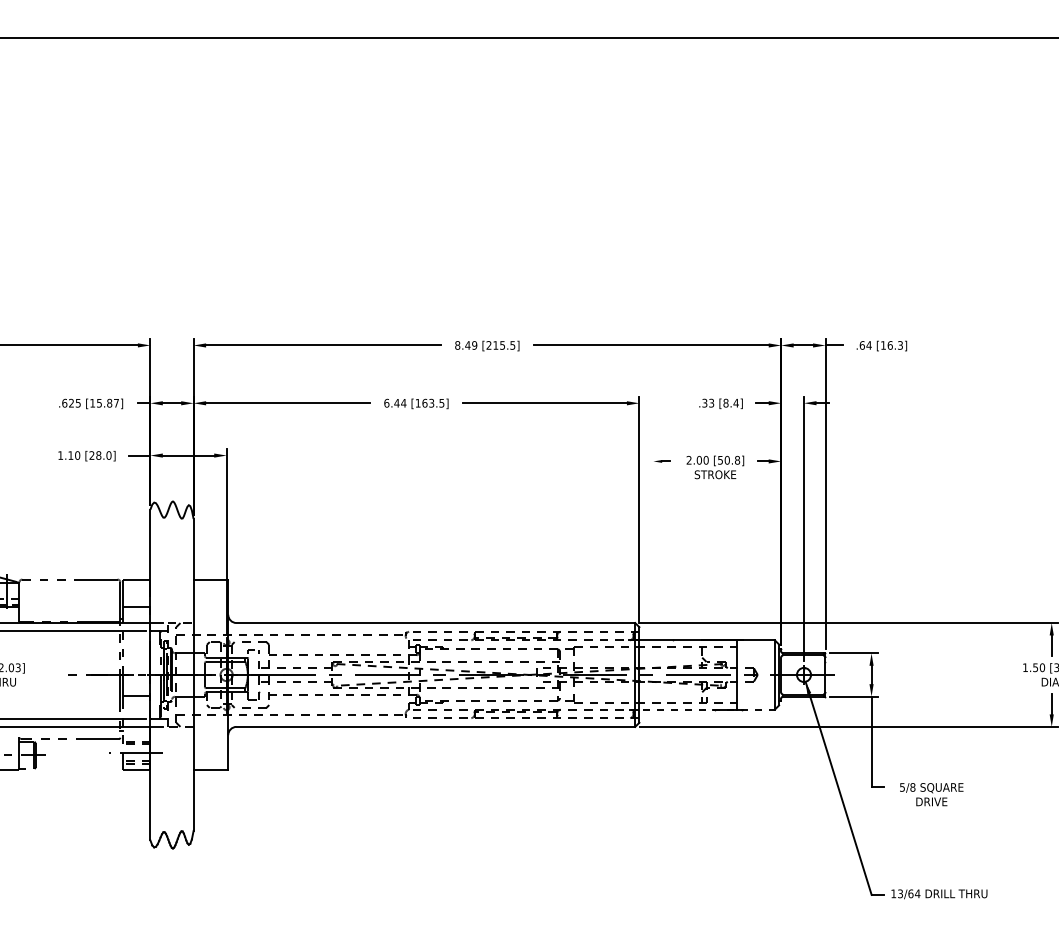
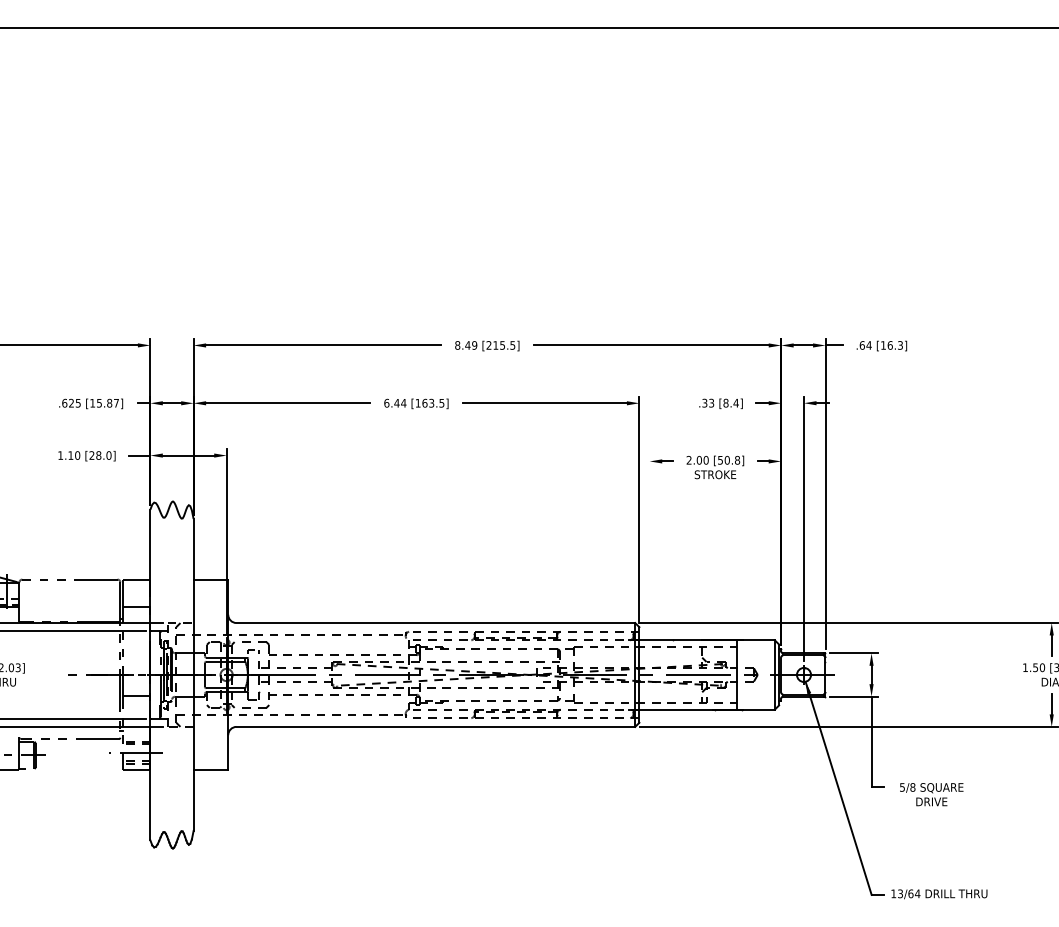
line at (528, 37) position: (528, 37) -> (528, 27)
part at (662, 461) size: 17x3 px -> 24x5 px
line at (702, 709): dashed -> solid
